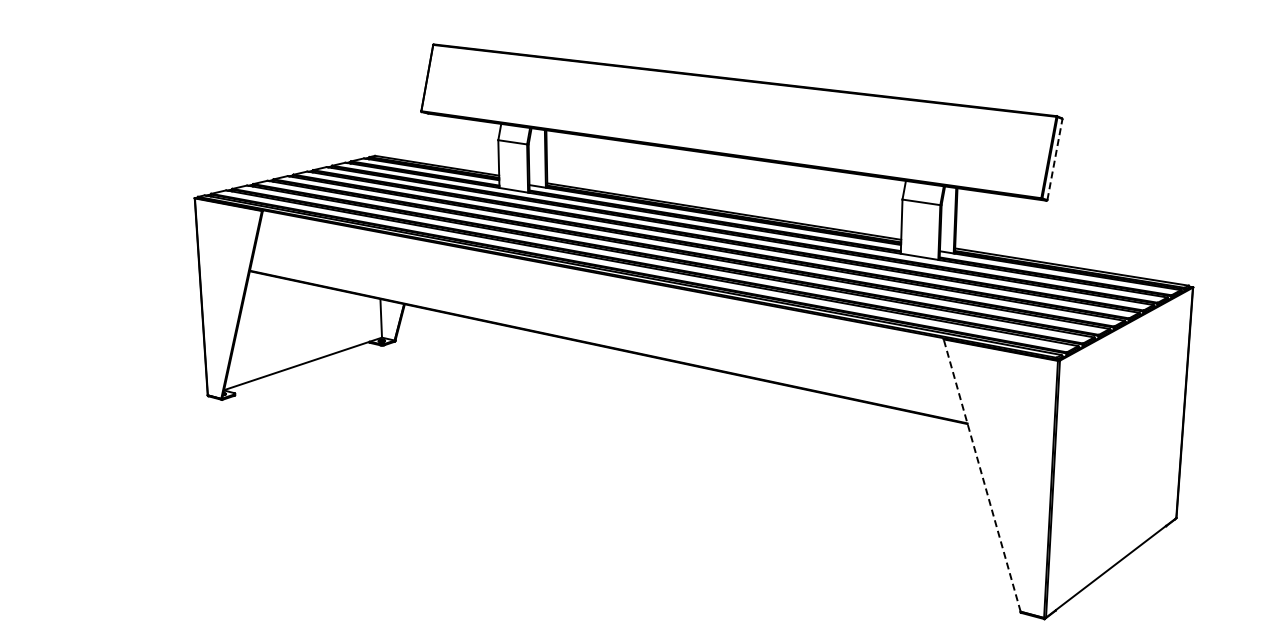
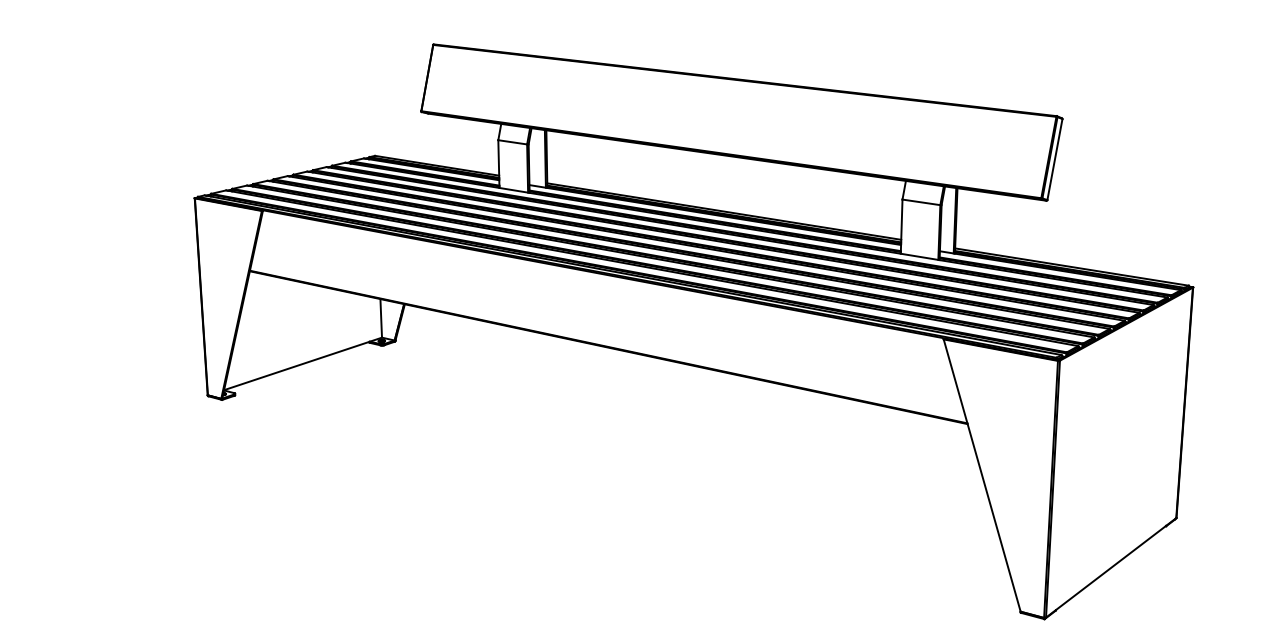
line at (1055, 159): dashed -> solid
line at (982, 475): dashed -> solid
